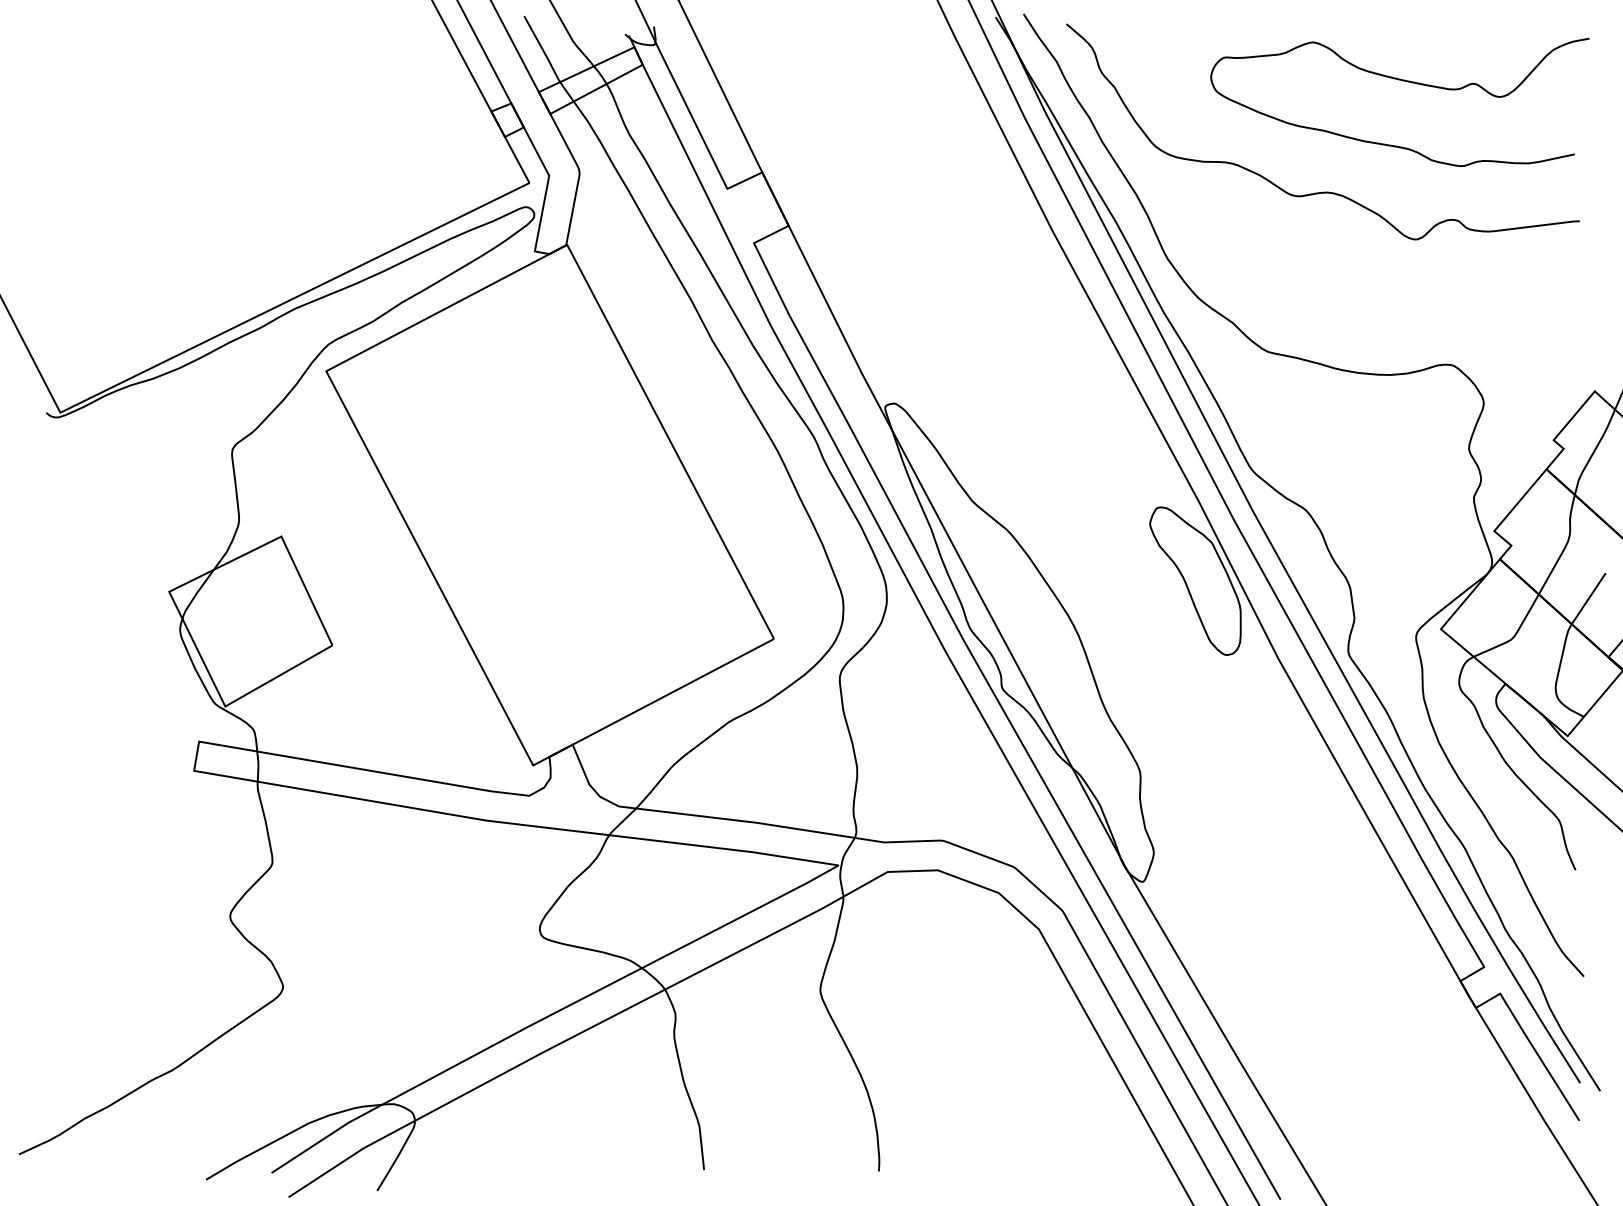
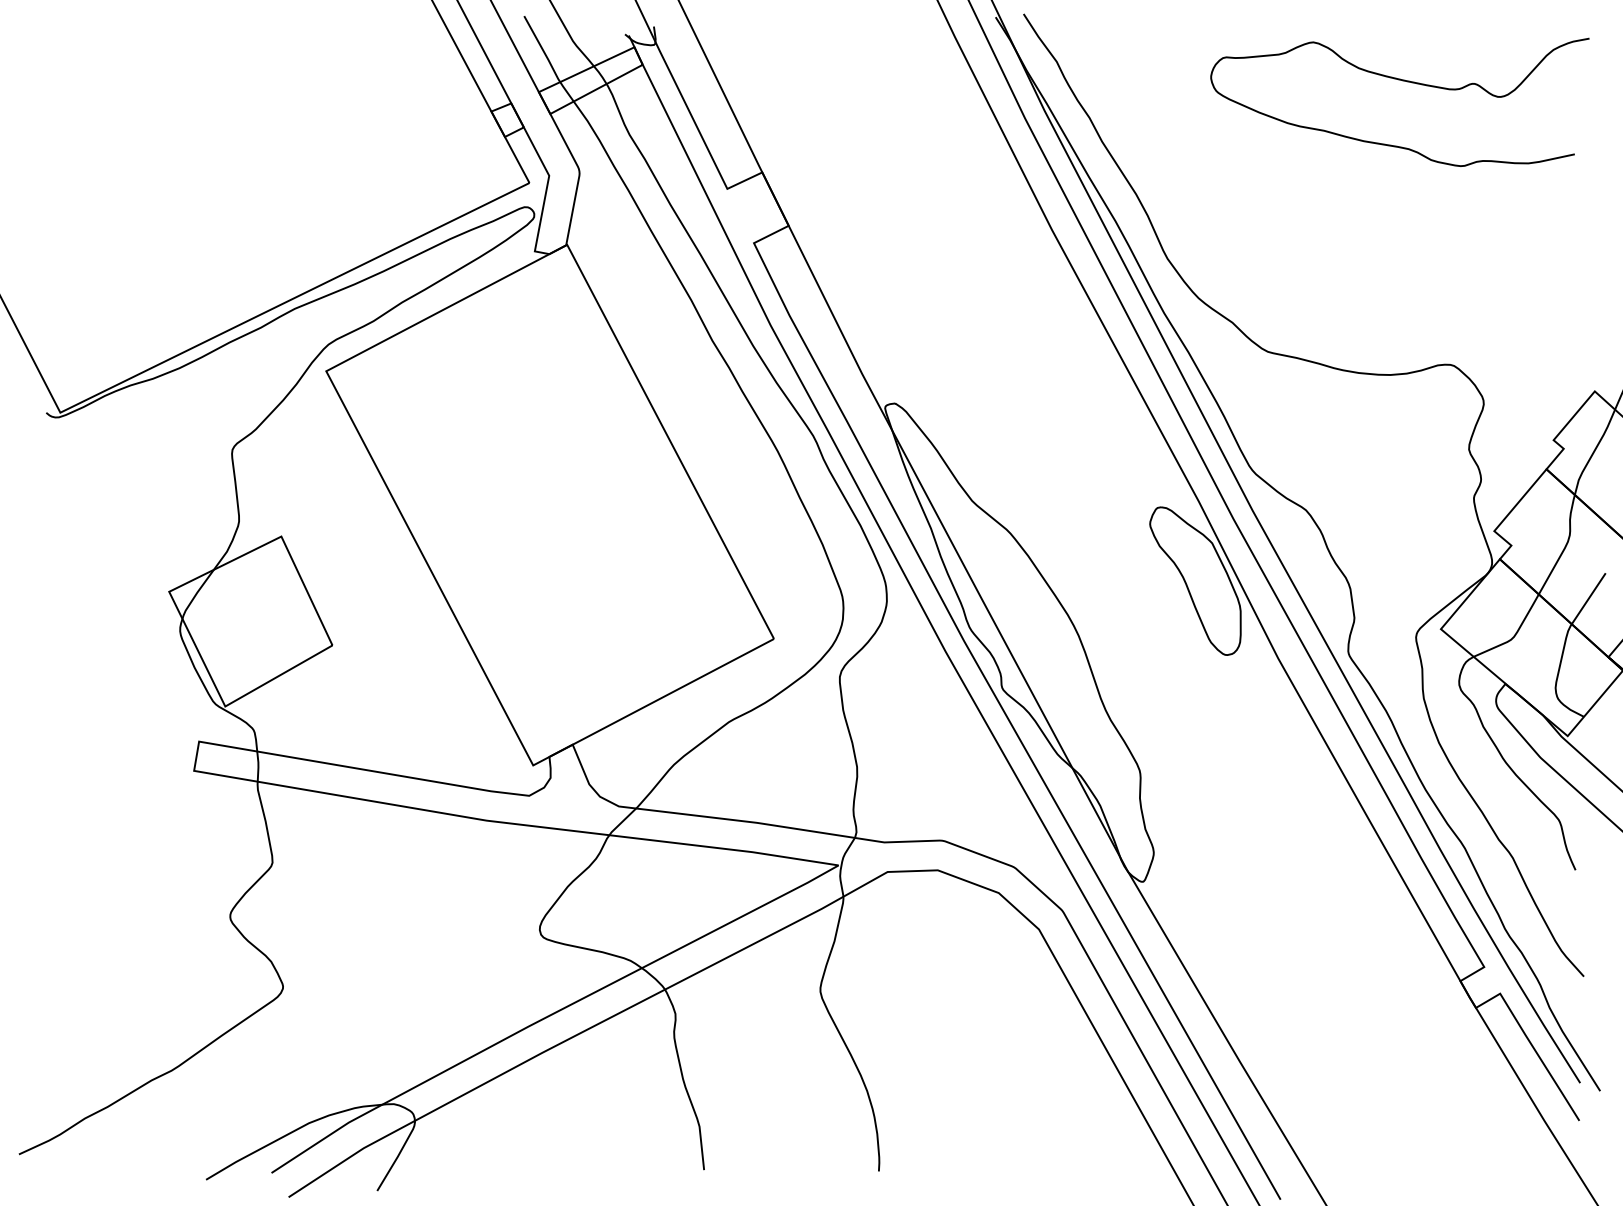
curve at (1323, 191): present -> none
